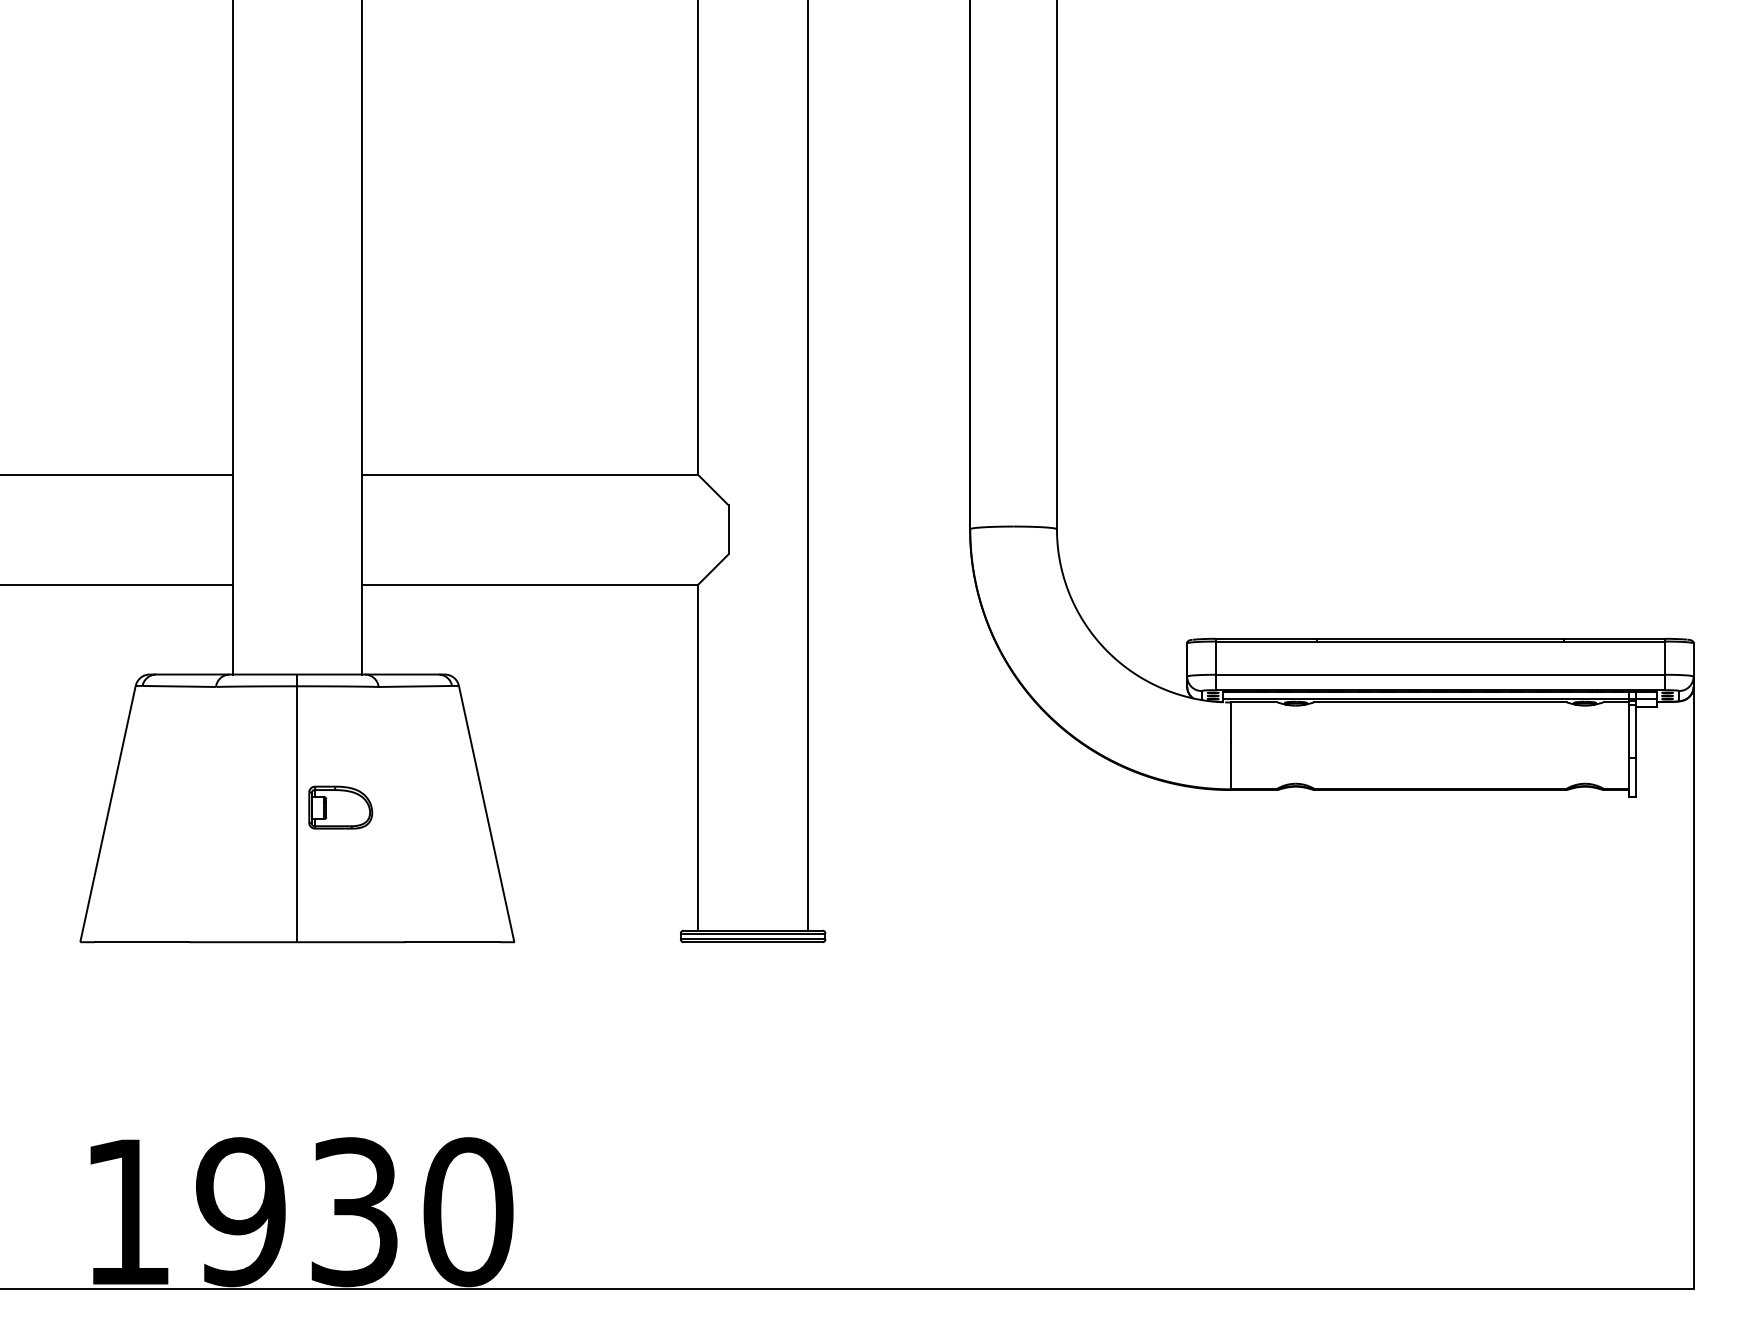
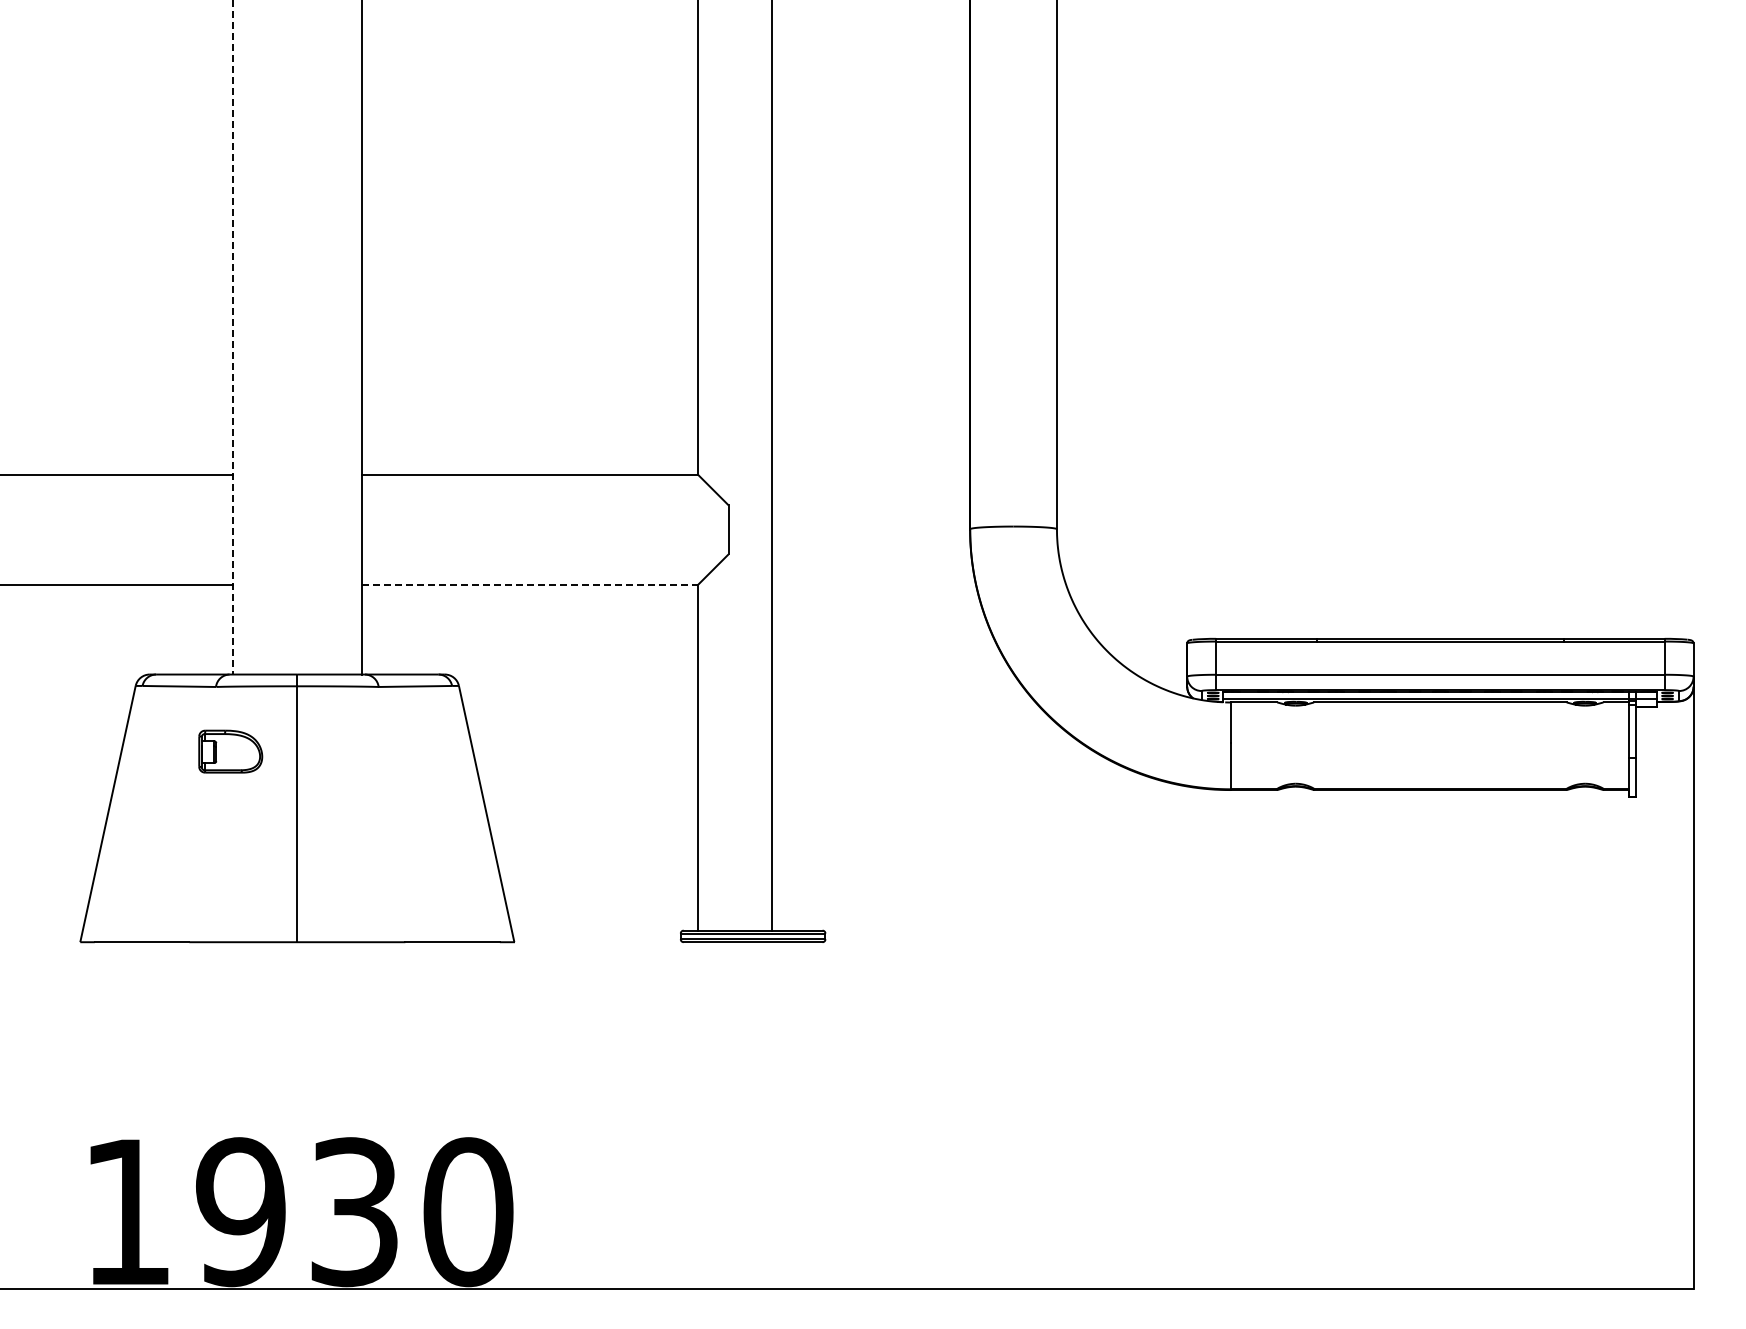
line at (232, 337): solid -> dashed
line at (808, 466) position: (808, 466) -> (772, 466)
line at (530, 584): solid -> dashed
part at (340, 807) position: (340, 807) -> (230, 751)
